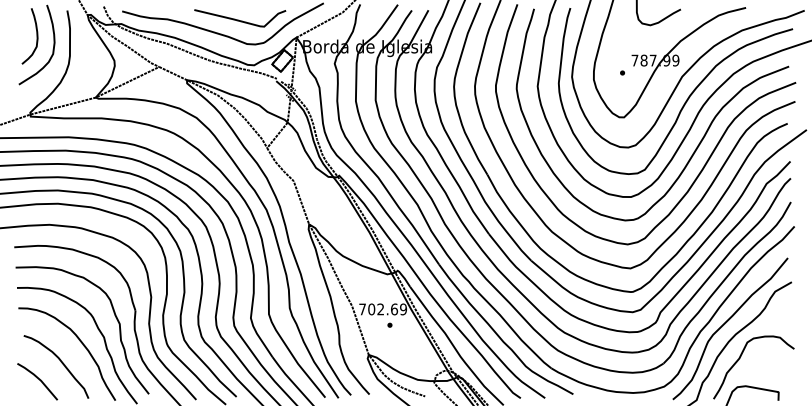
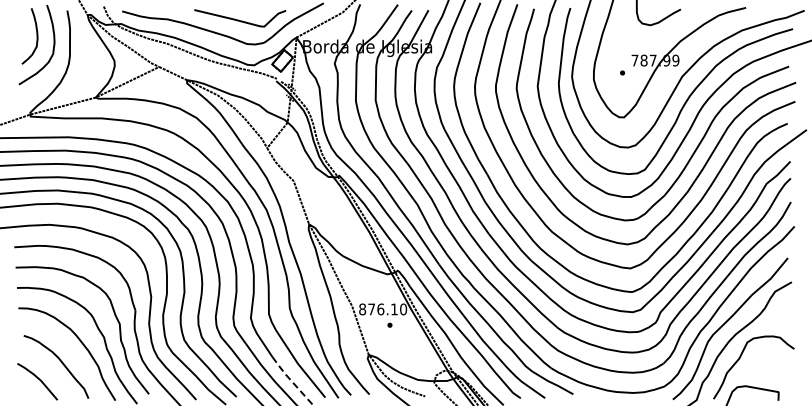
text at (382, 309): 702.69 -> 876.10
line at (291, 381): solid -> dashed
